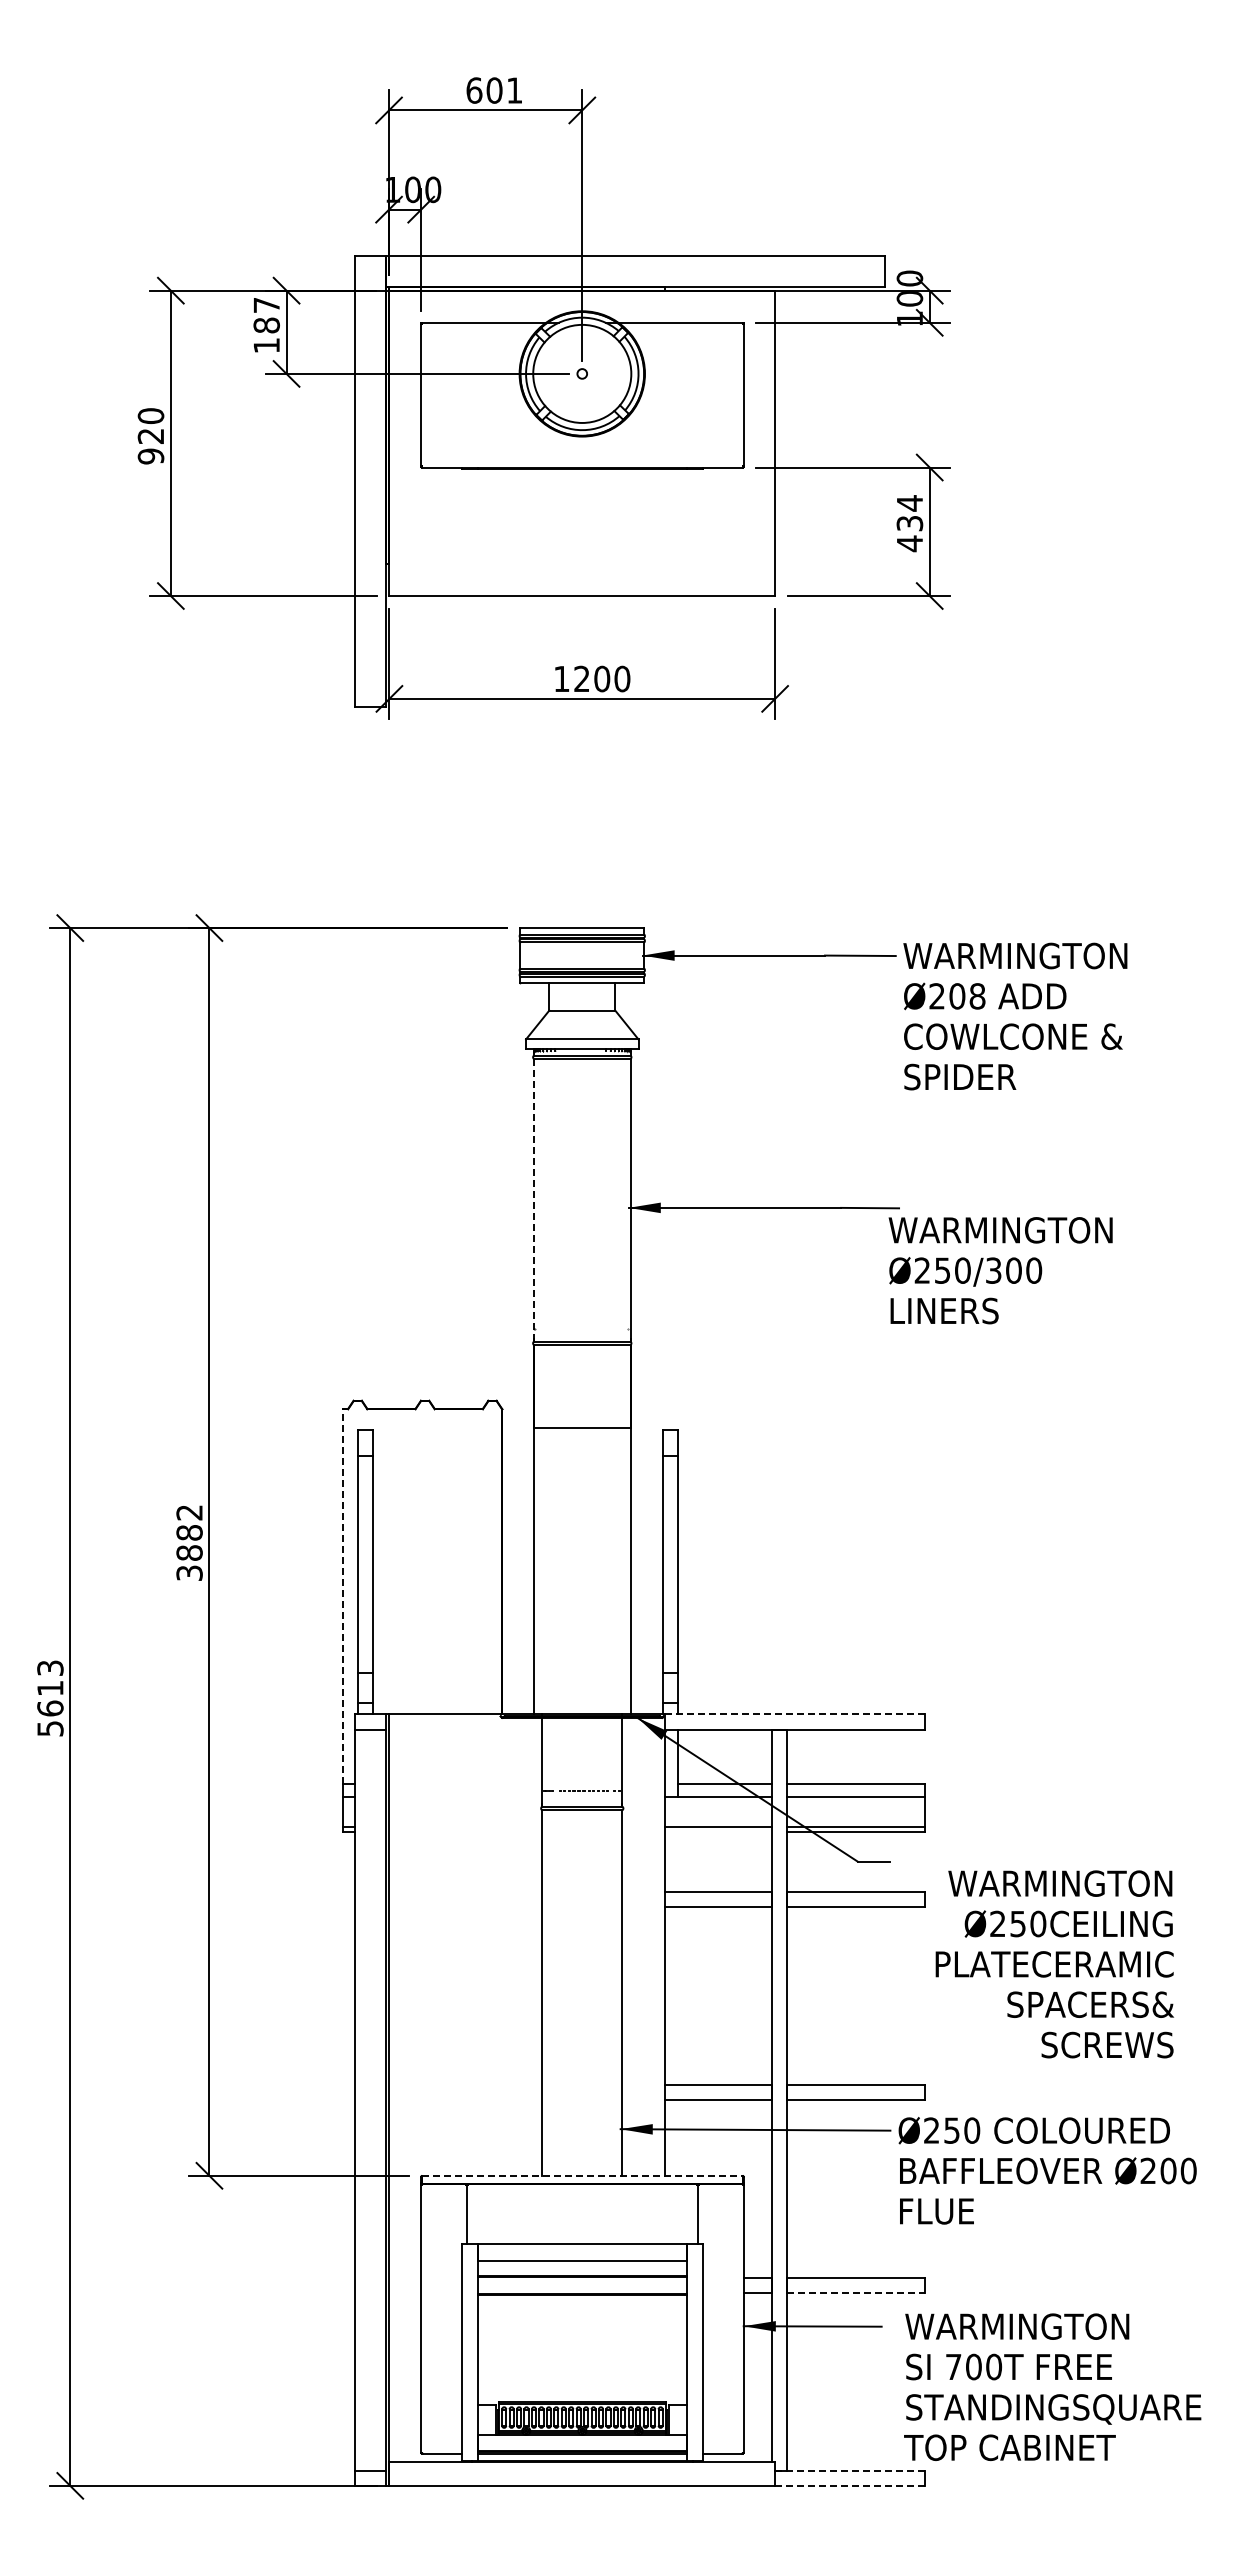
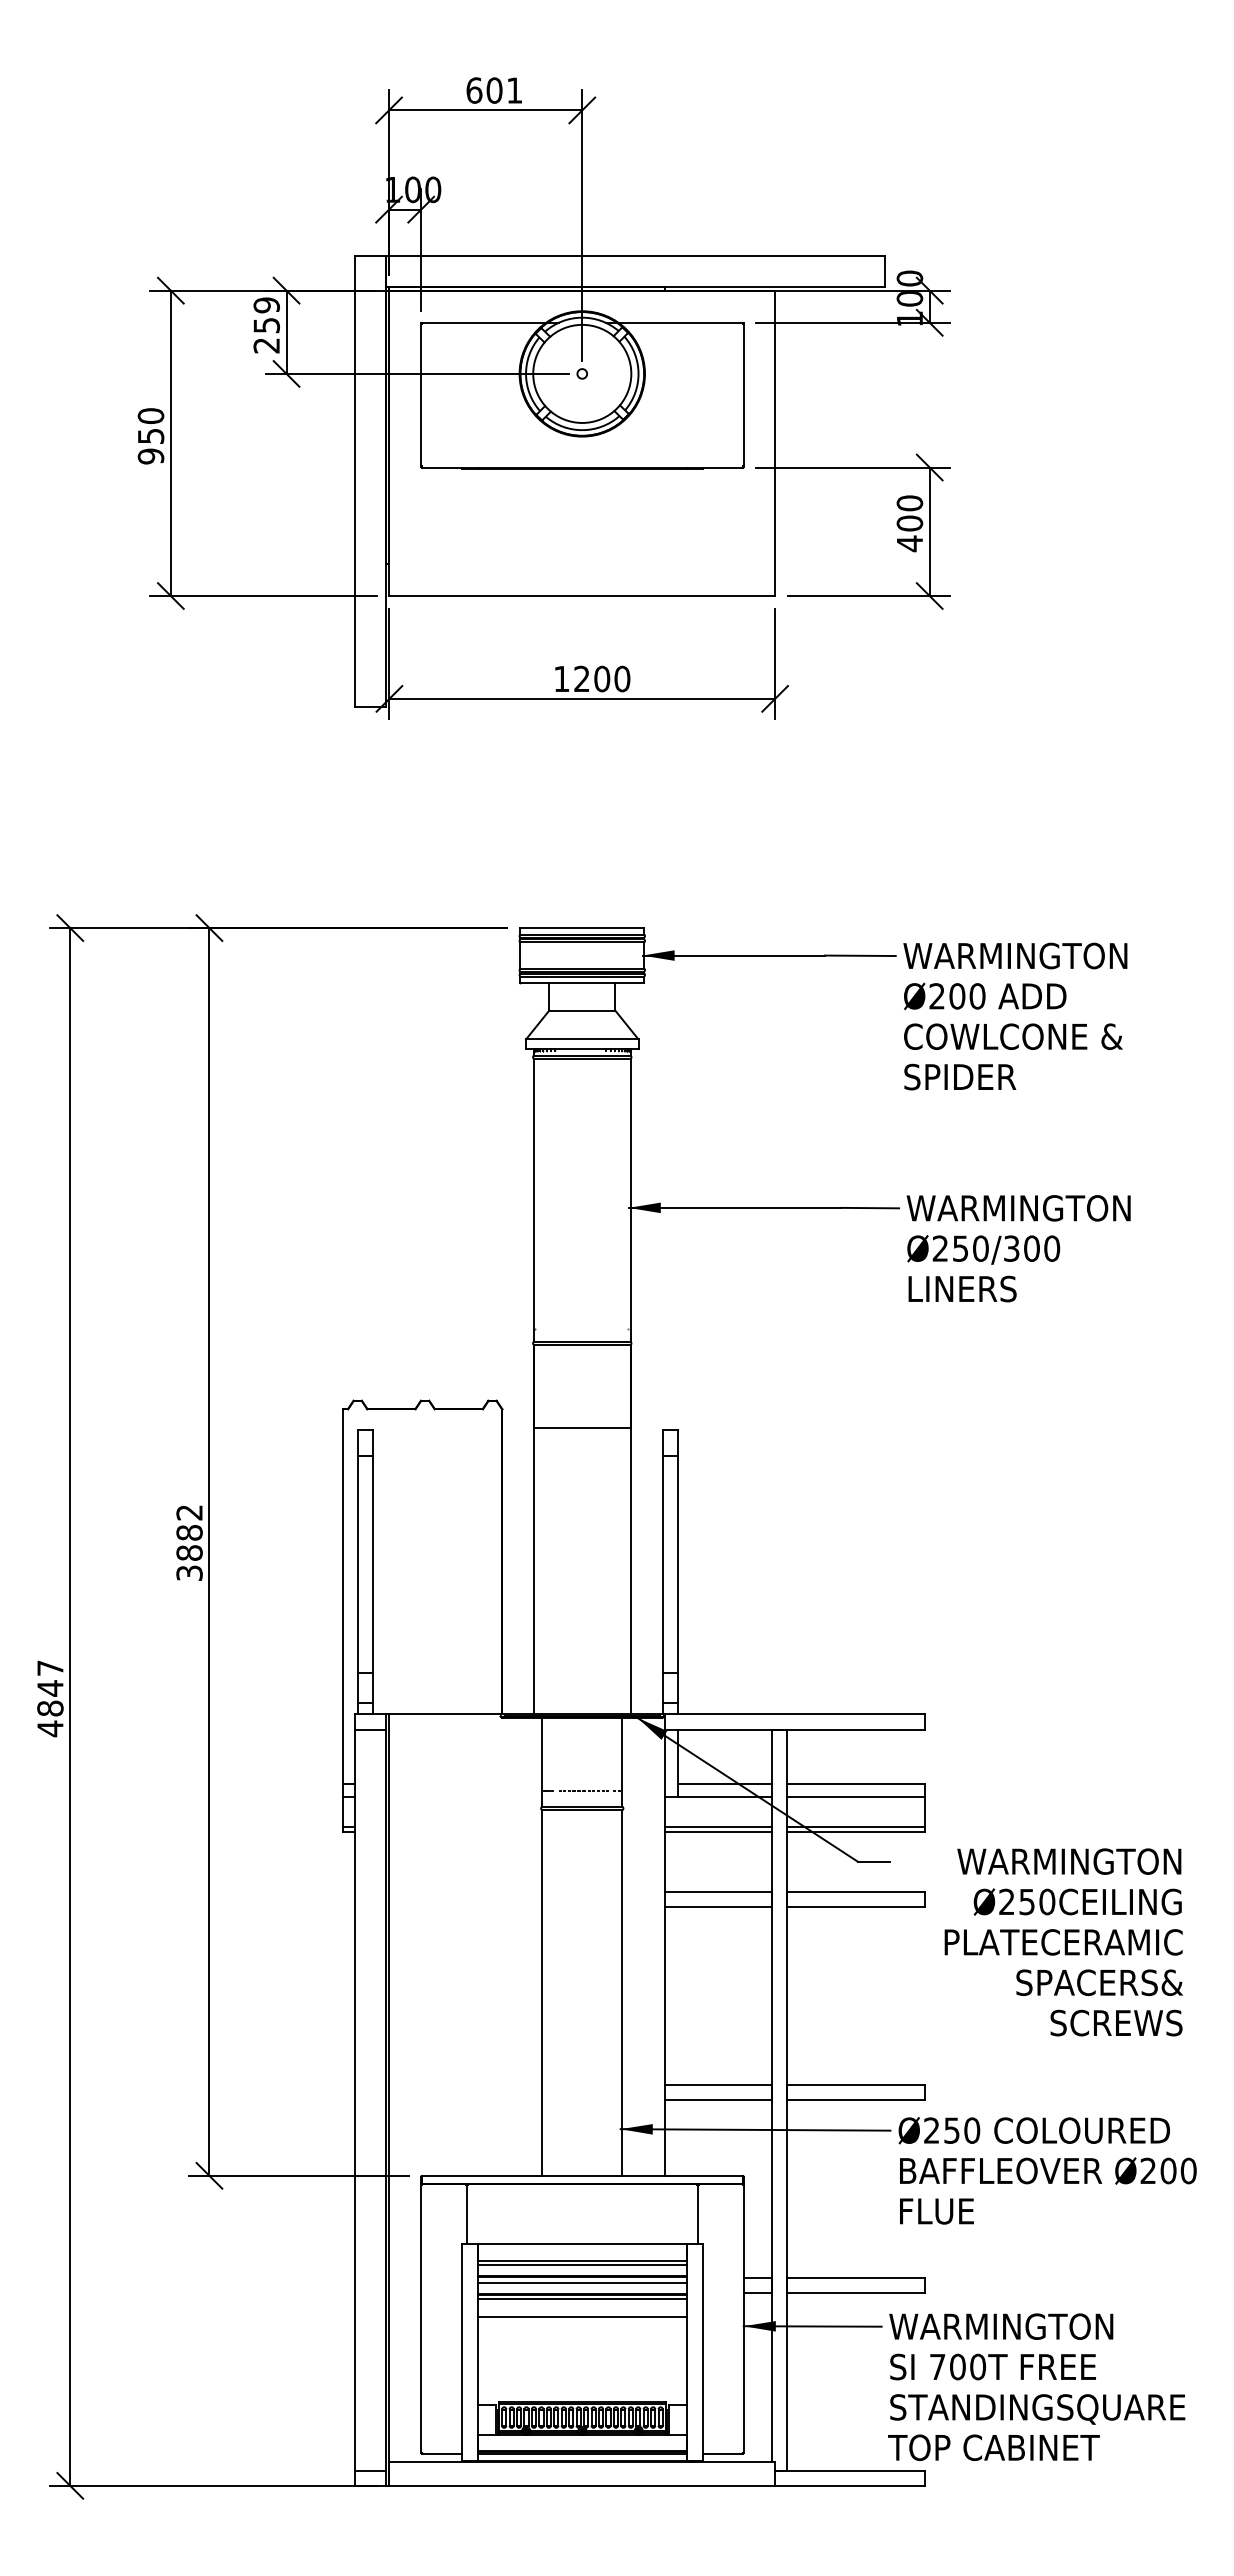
text at (266, 325): 187 -> 259
text at (150, 436): 920 -> 950
text at (909, 513): 434 -> 400
text at (977, 996): Ø208 -> Ø200
line at (534, 1200): dashed -> solid
text at (1000, 1270) position: (1000, 1270) -> (1018, 1248)
line at (343, 1595): dashed -> solid
text at (50, 1698): 5613 -> 4847
line at (795, 1714): dashed -> solid
line at (718, 1831): none -> present
text at (1054, 1964) position: (1054, 1964) -> (1063, 1942)
line at (582, 2175): dashed -> solid
line at (581, 2264): none -> present
line at (581, 2282): none -> present
line at (855, 2293): dashed -> solid
line at (581, 2299): none -> present
line at (581, 2317): none -> present
text at (1052, 2386) position: (1052, 2386) -> (1036, 2386)
line at (849, 2470): dashed -> solid
line at (849, 2485): dashed -> solid
